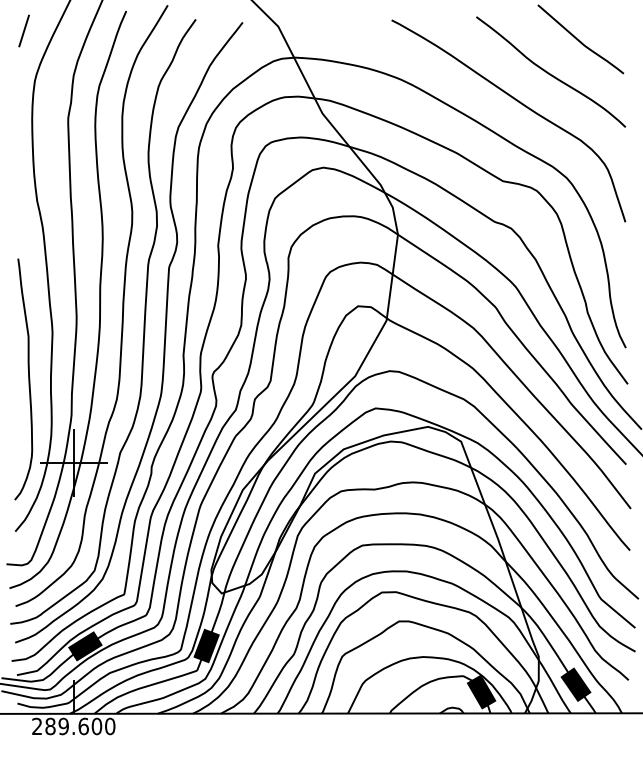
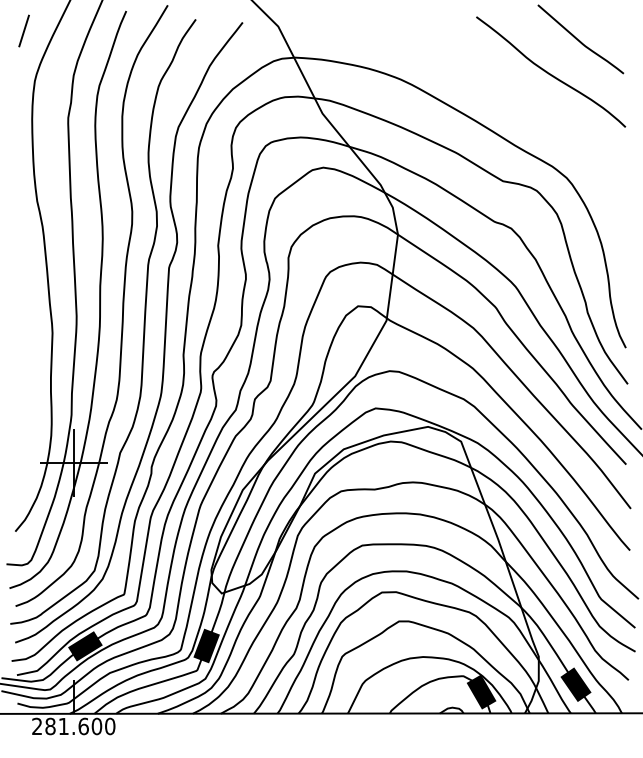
curve at (519, 103): present -> none
curve at (28, 379): present -> none
text at (63, 726): 289.600 -> 281.600
